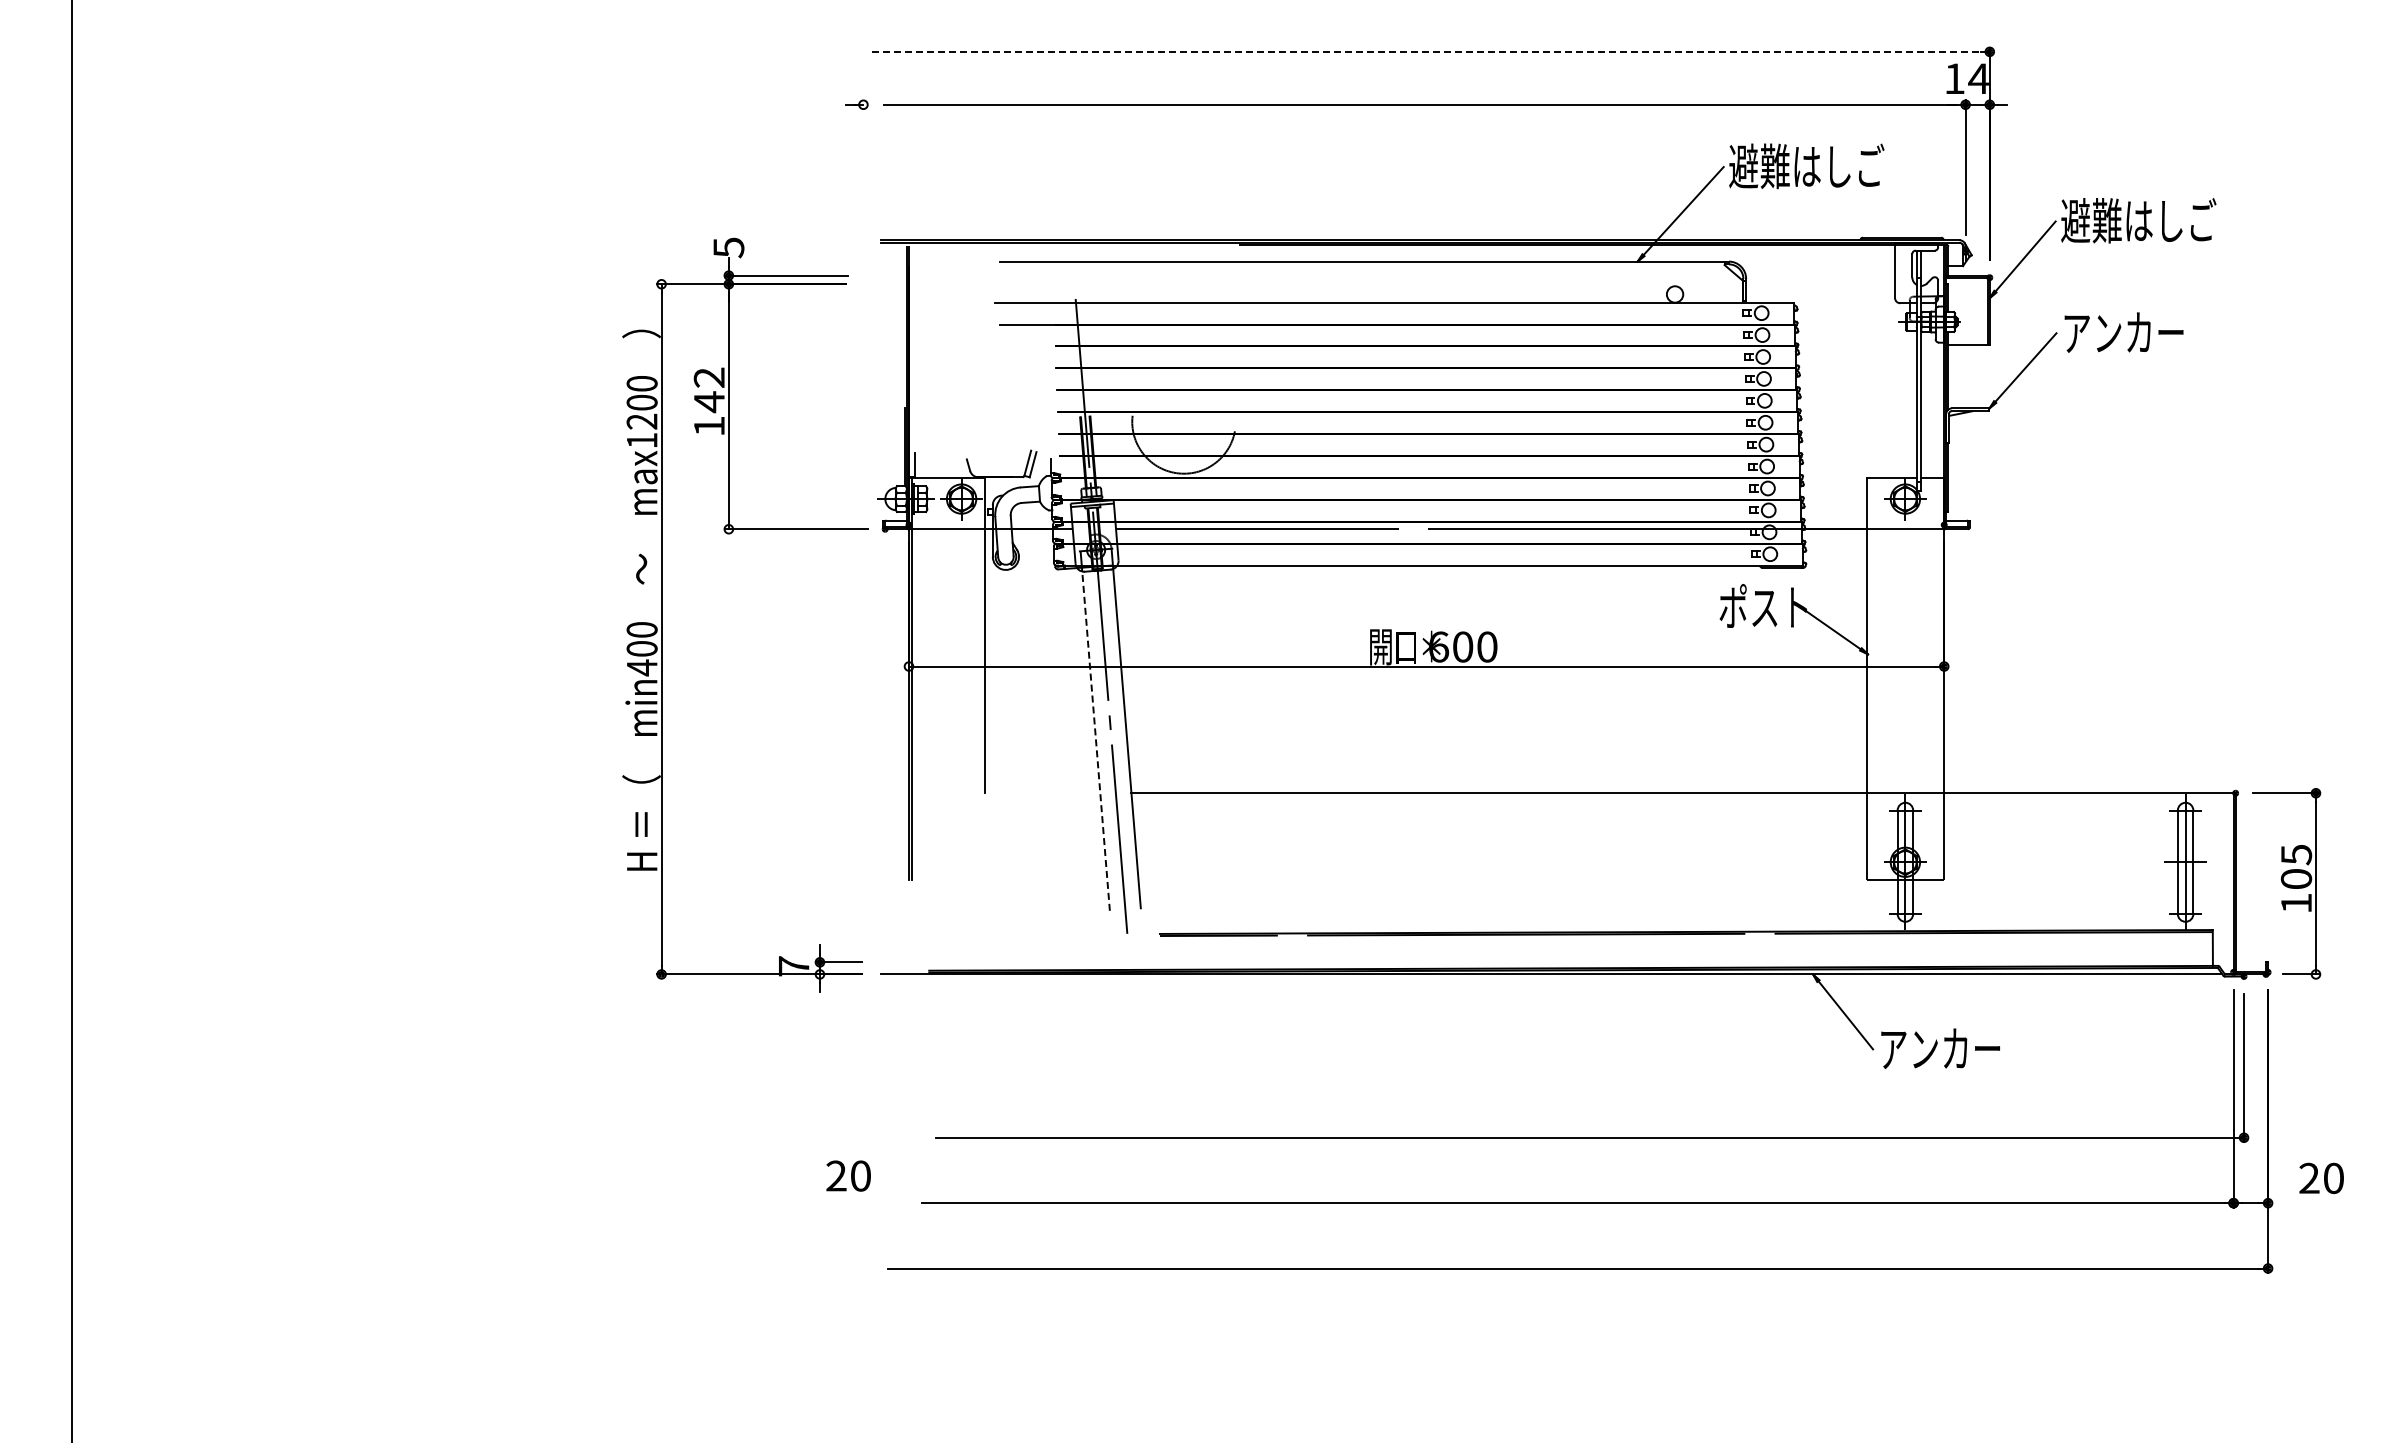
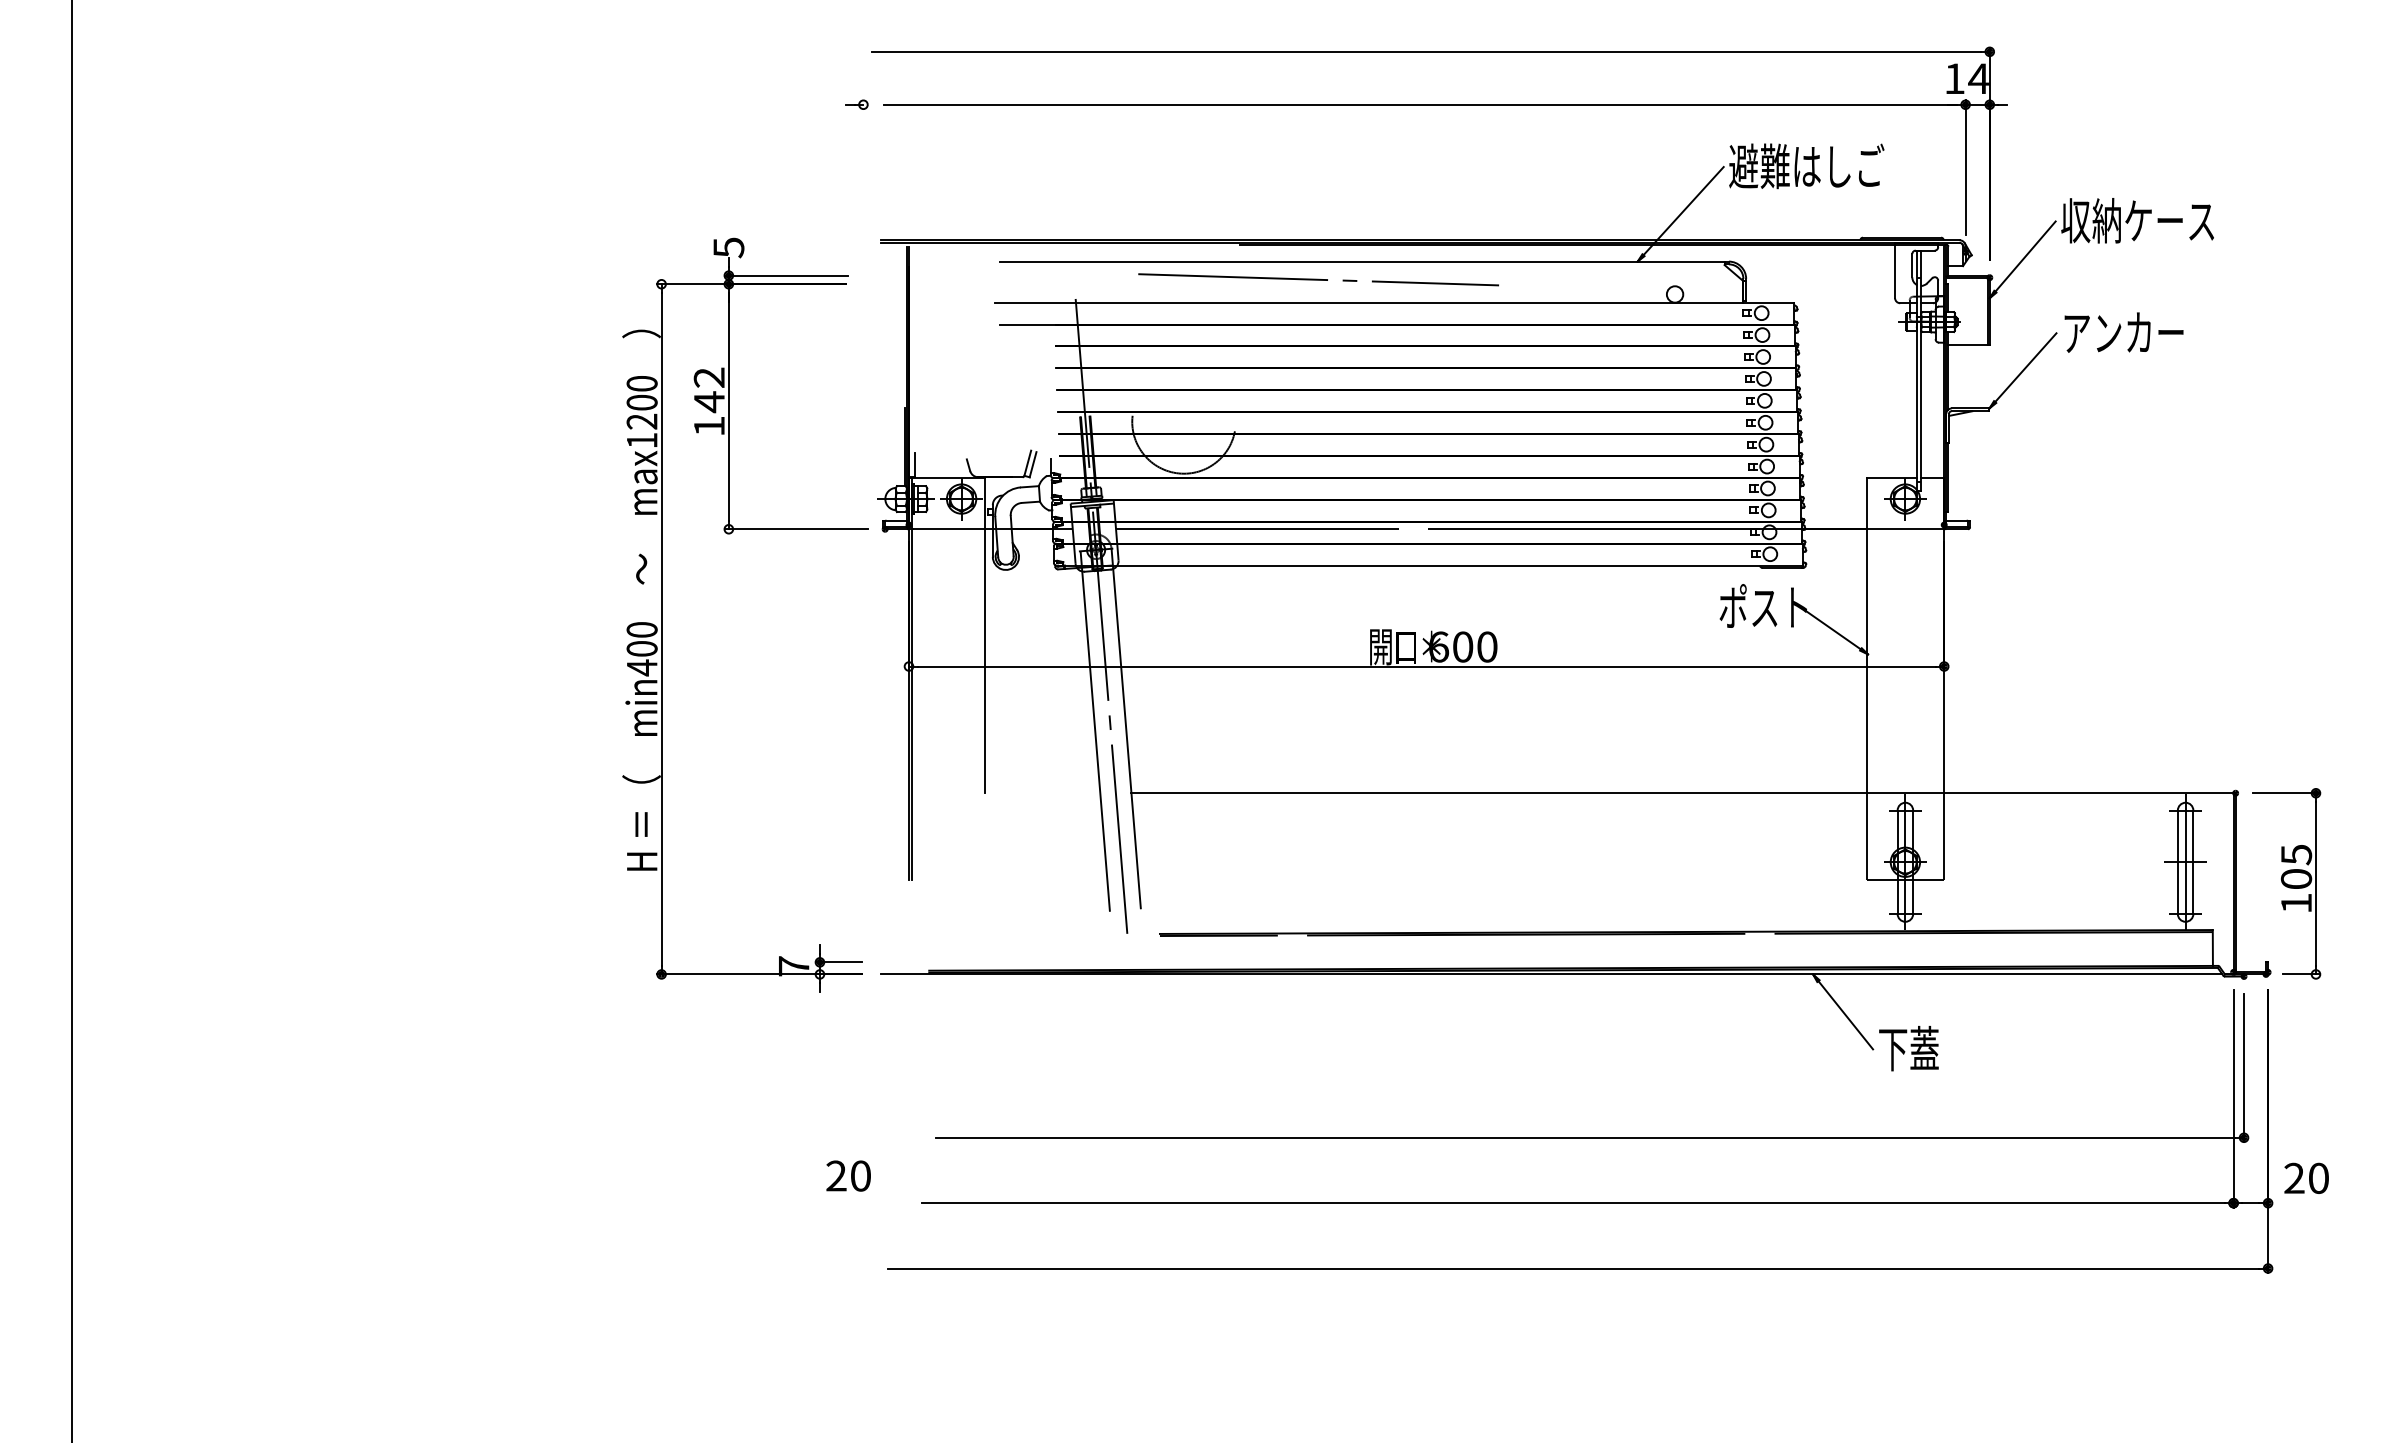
line at (1426, 51): dashed -> solid
text at (2138, 220): 避難はしご -> 収納ケース
line at (1318, 279): none -> present
line at (1096, 740): dashed -> solid
text at (1939, 1048): アンカー -> 下蓋
text at (2321, 1177) position: (2321, 1177) -> (2306, 1177)
